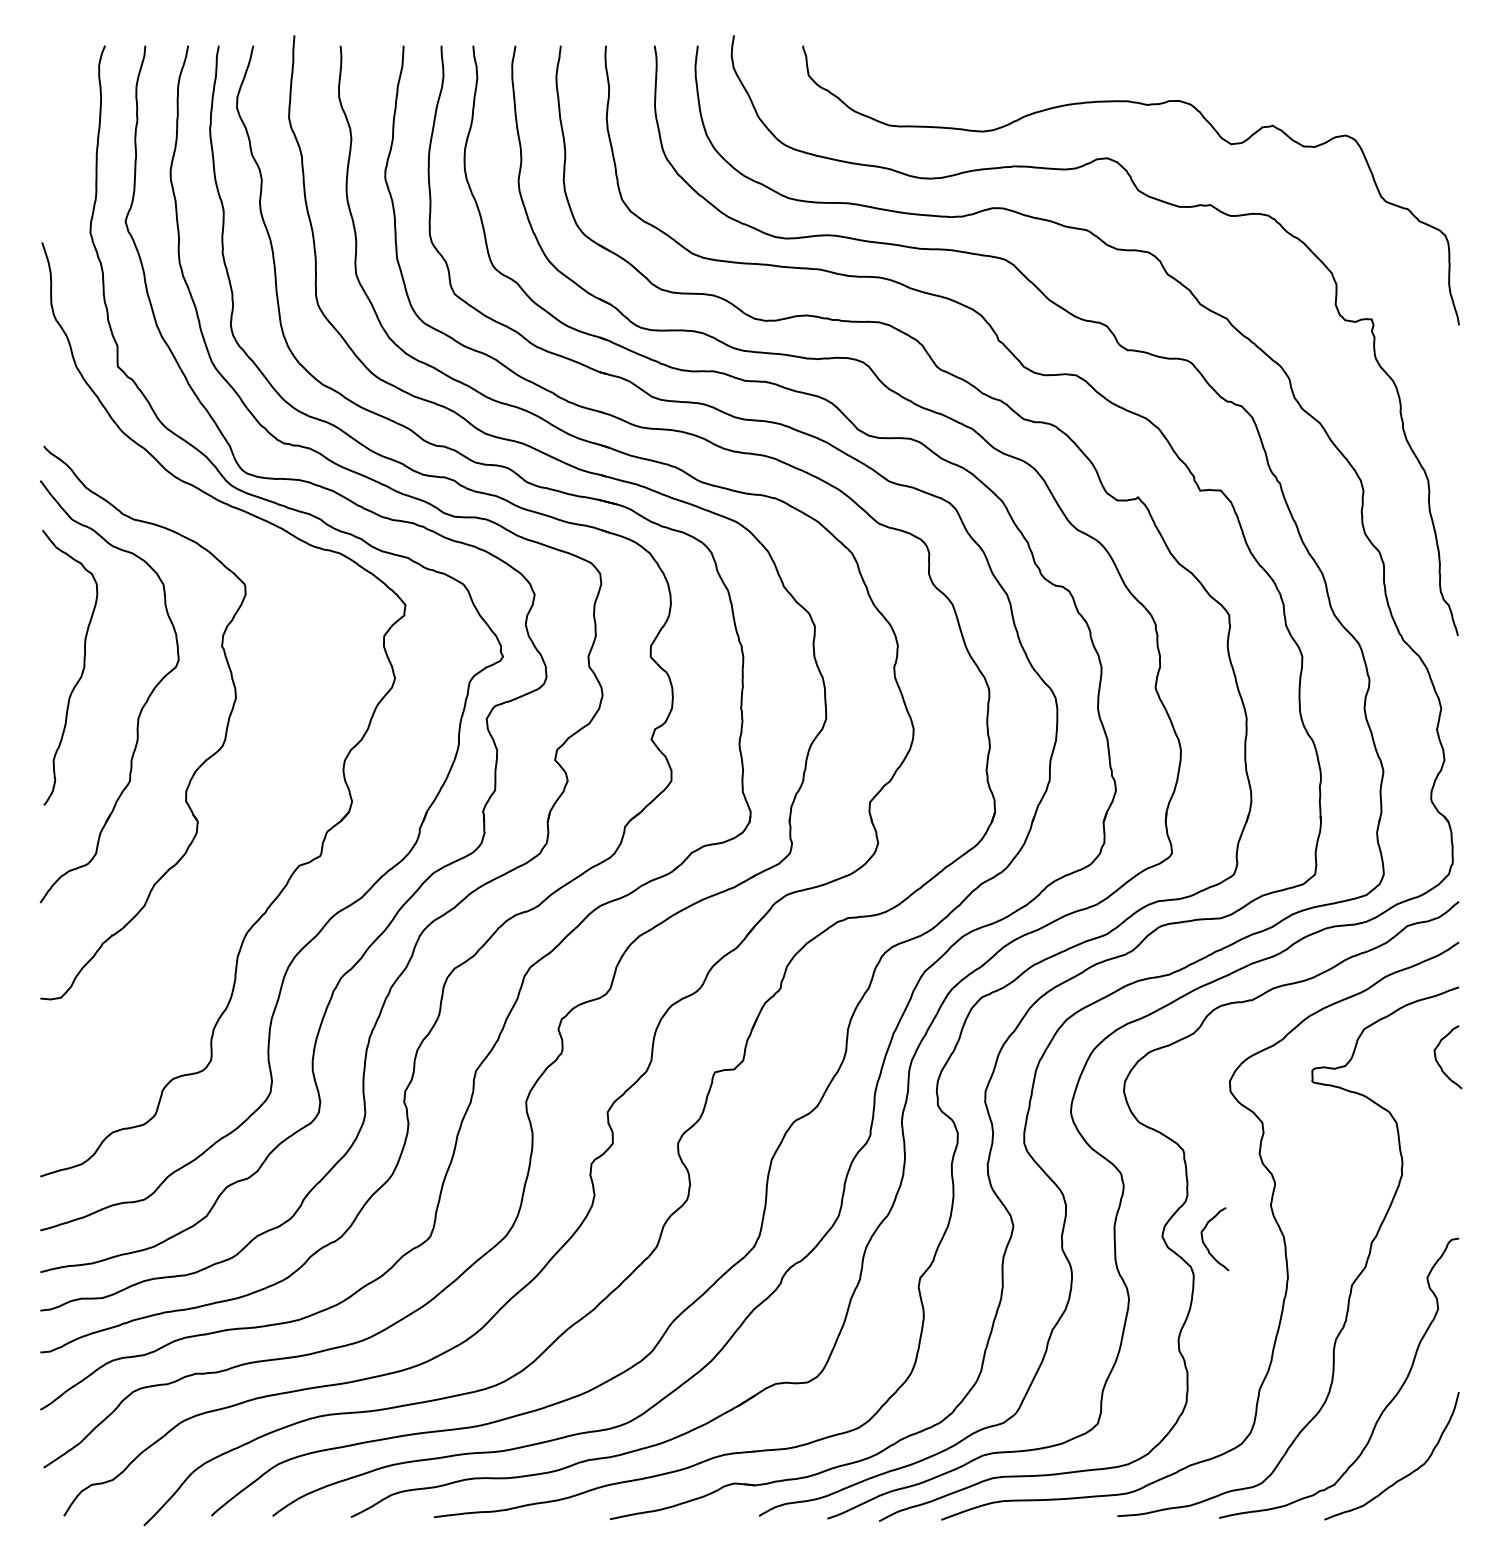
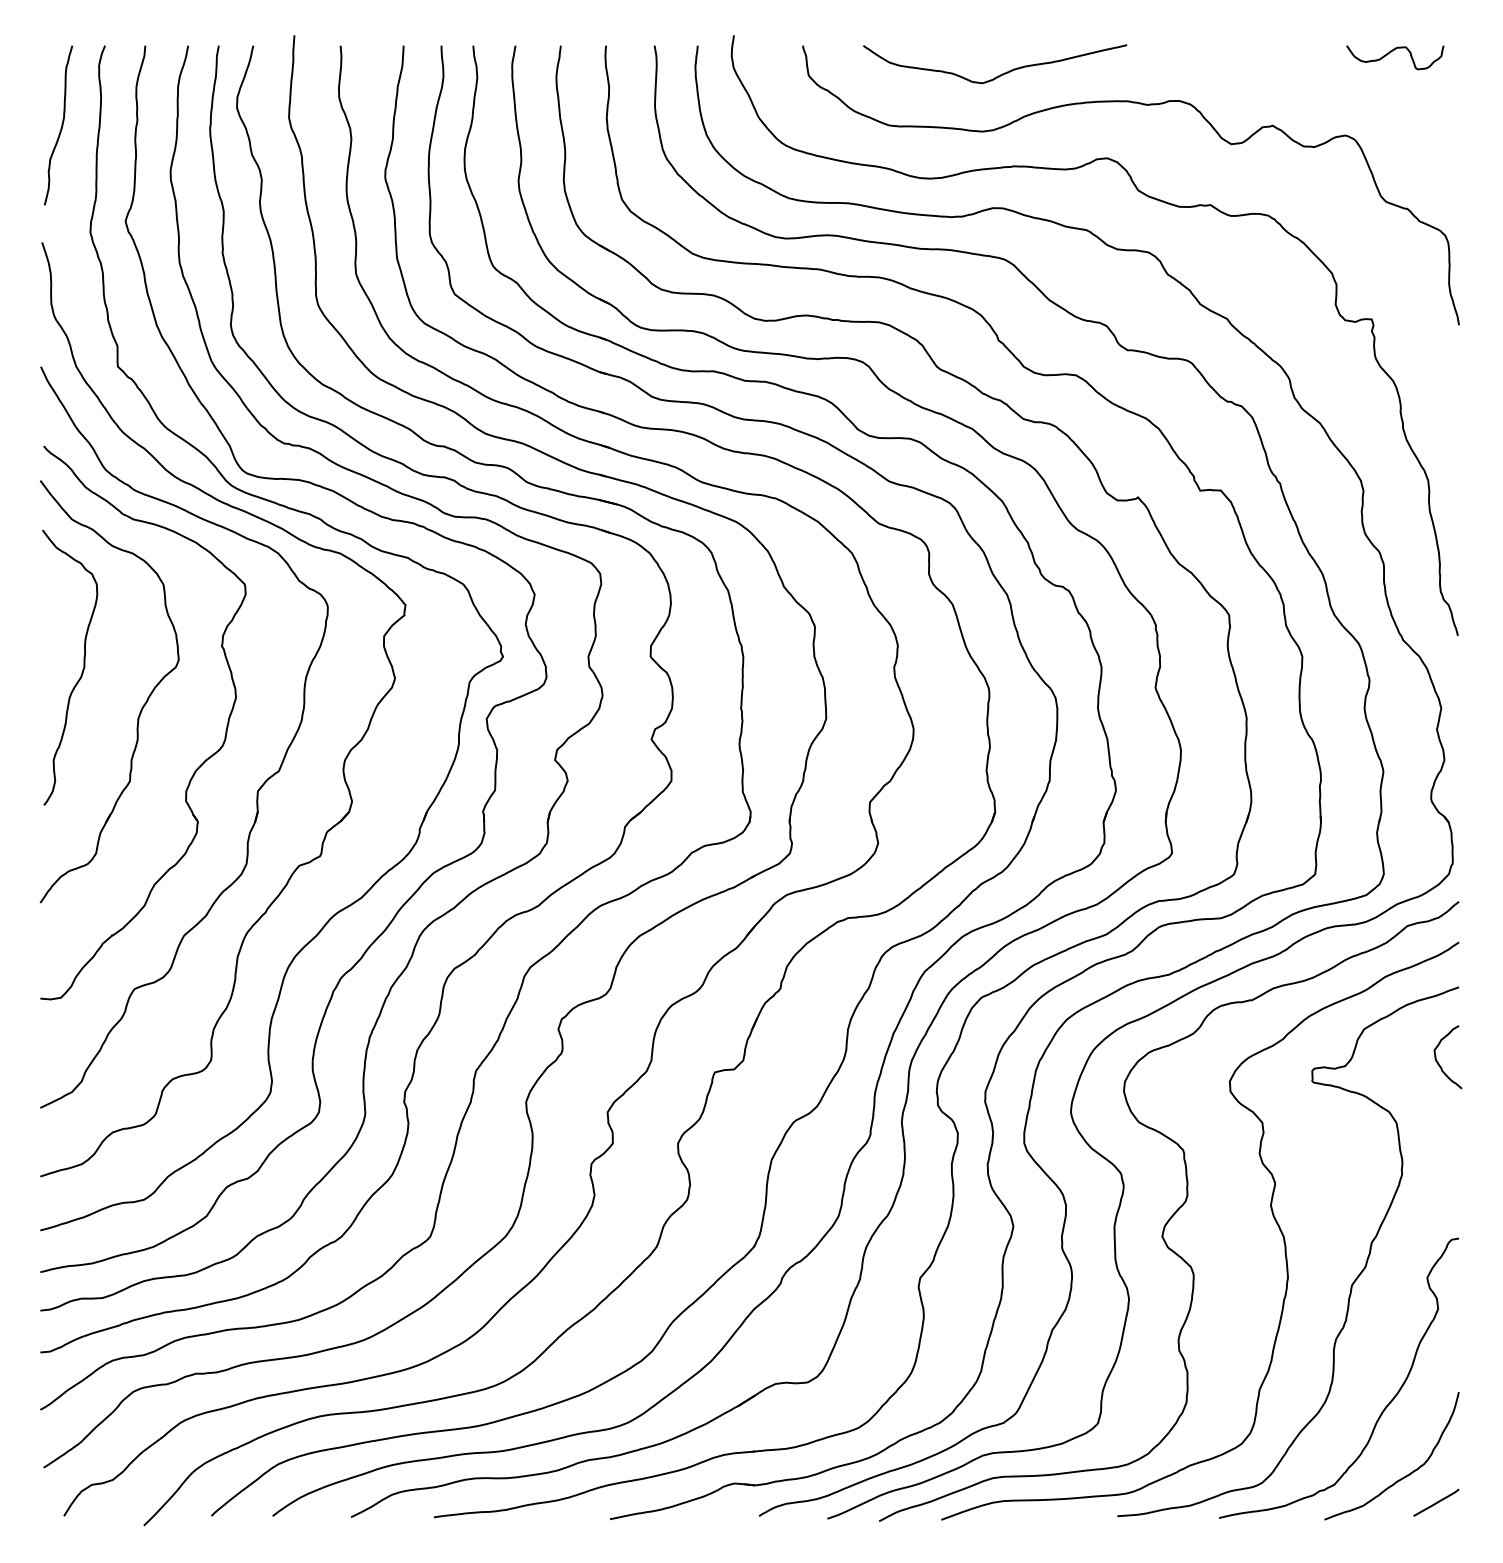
curve at (1391, 52): none -> present
curve at (1000, 74): none -> present
curve at (61, 125): none -> present
part at (259, 787): none -> present
curve at (1205, 1243): present -> none
line at (1436, 1502): none -> present
